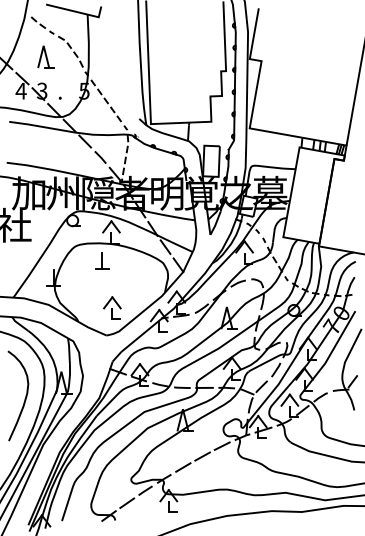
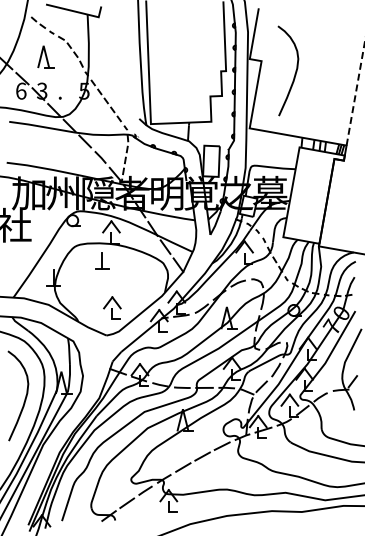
curve at (294, 73): none -> present
text at (20, 90): 4 -> 6
line at (355, 93): solid -> dashed
